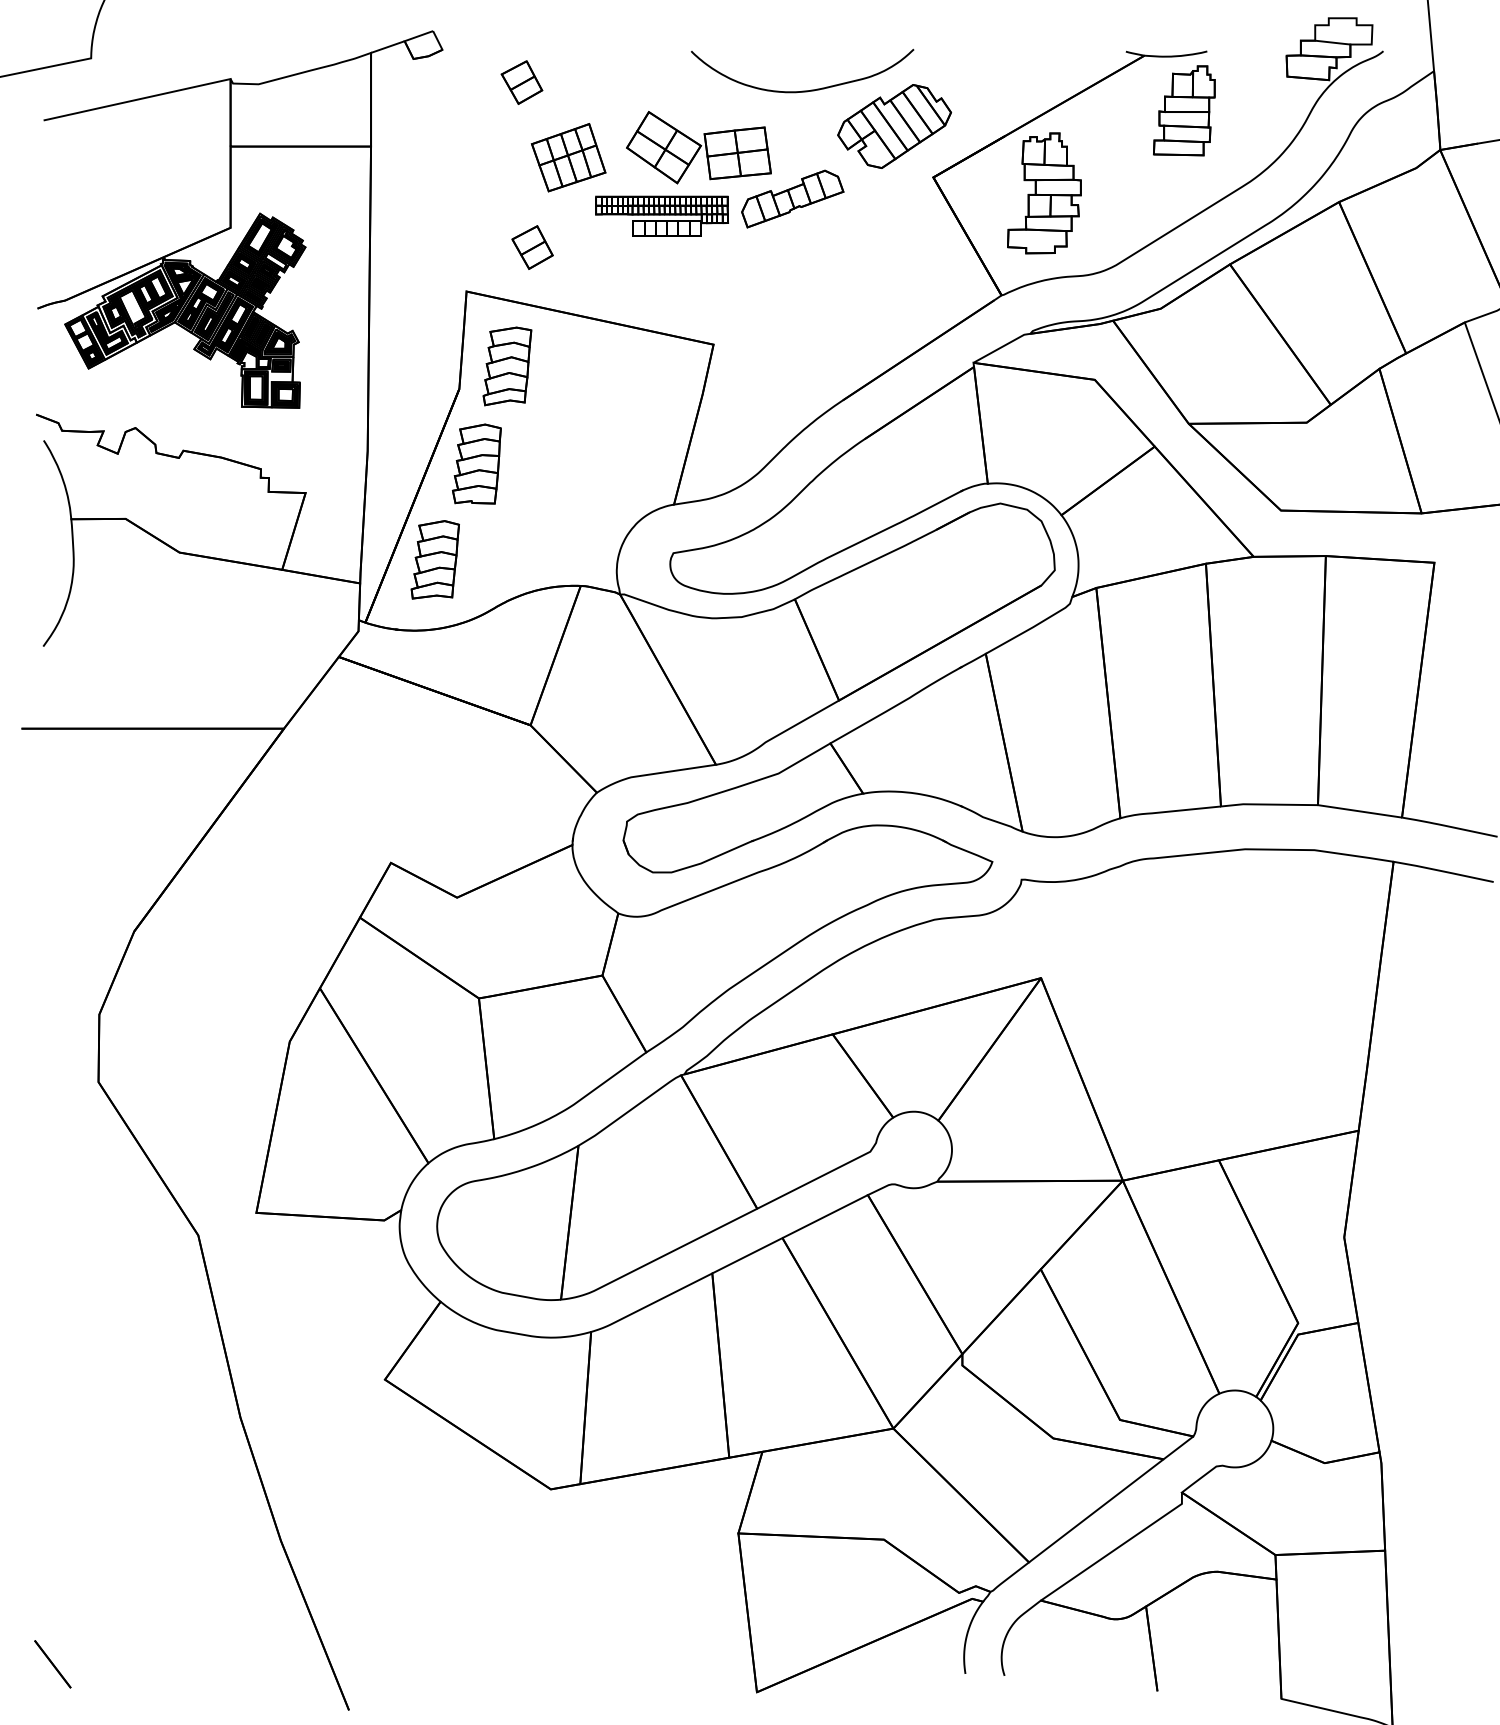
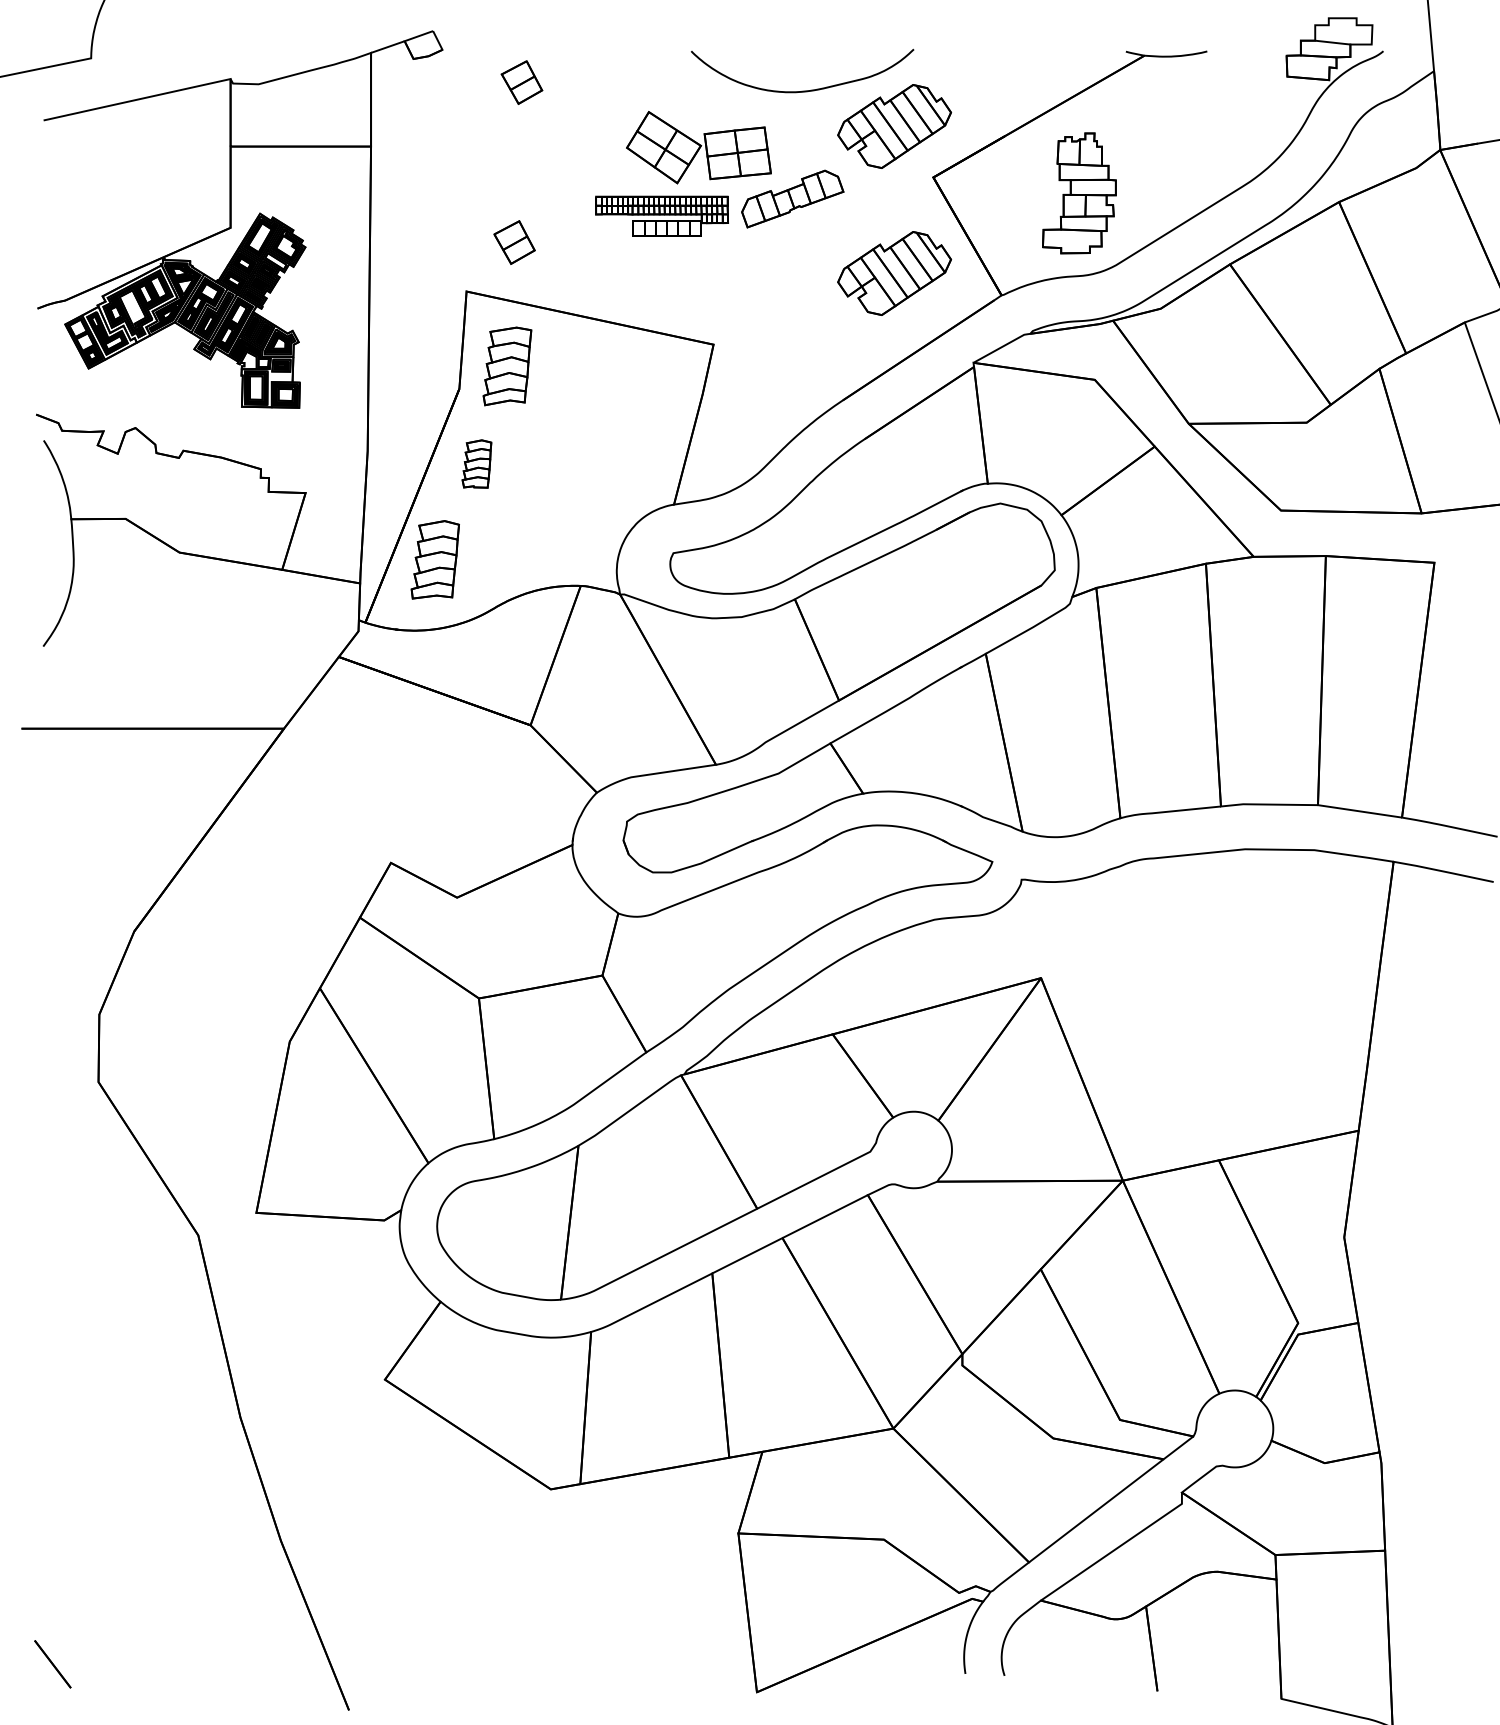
part at (1184, 110): present -> none
part at (568, 157): present -> none
part at (1044, 193) position: (1044, 193) -> (1079, 193)
part at (532, 247) position: (532, 247) -> (514, 242)
part at (894, 273): none -> present
part at (476, 463) size: 50x82 px -> 32x50 px
